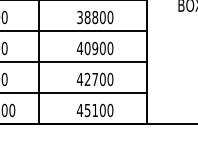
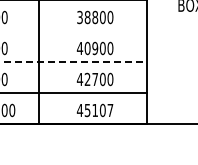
line at (74, 31): present -> none
line at (73, 62): solid -> dashed
text at (110, 110): 45100 -> 45107
